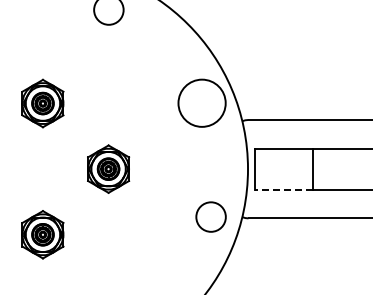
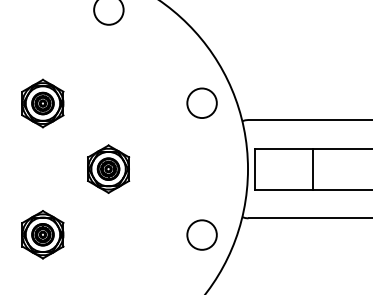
circle at (201, 102) diameter: 47 px -> 30 px
line at (283, 189): dashed -> solid
circle at (210, 216) position: (210, 216) -> (201, 234)
